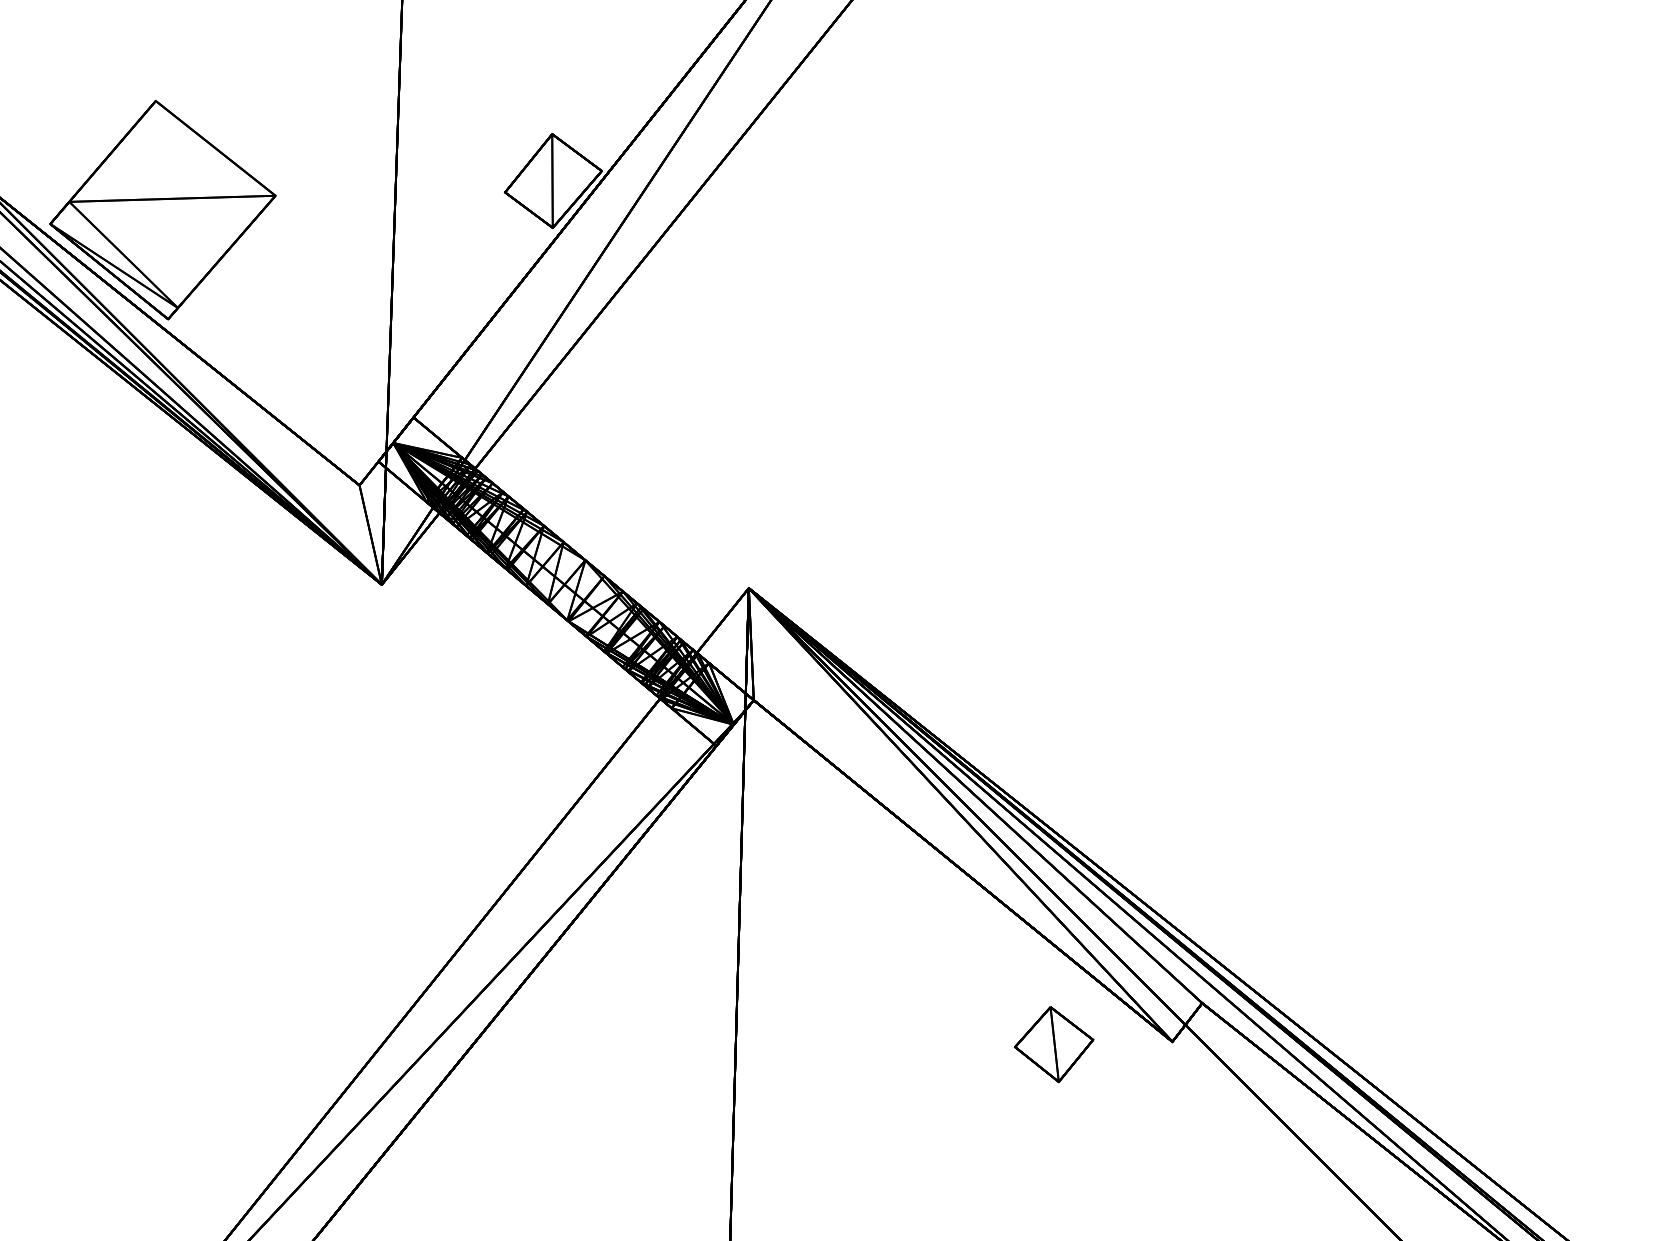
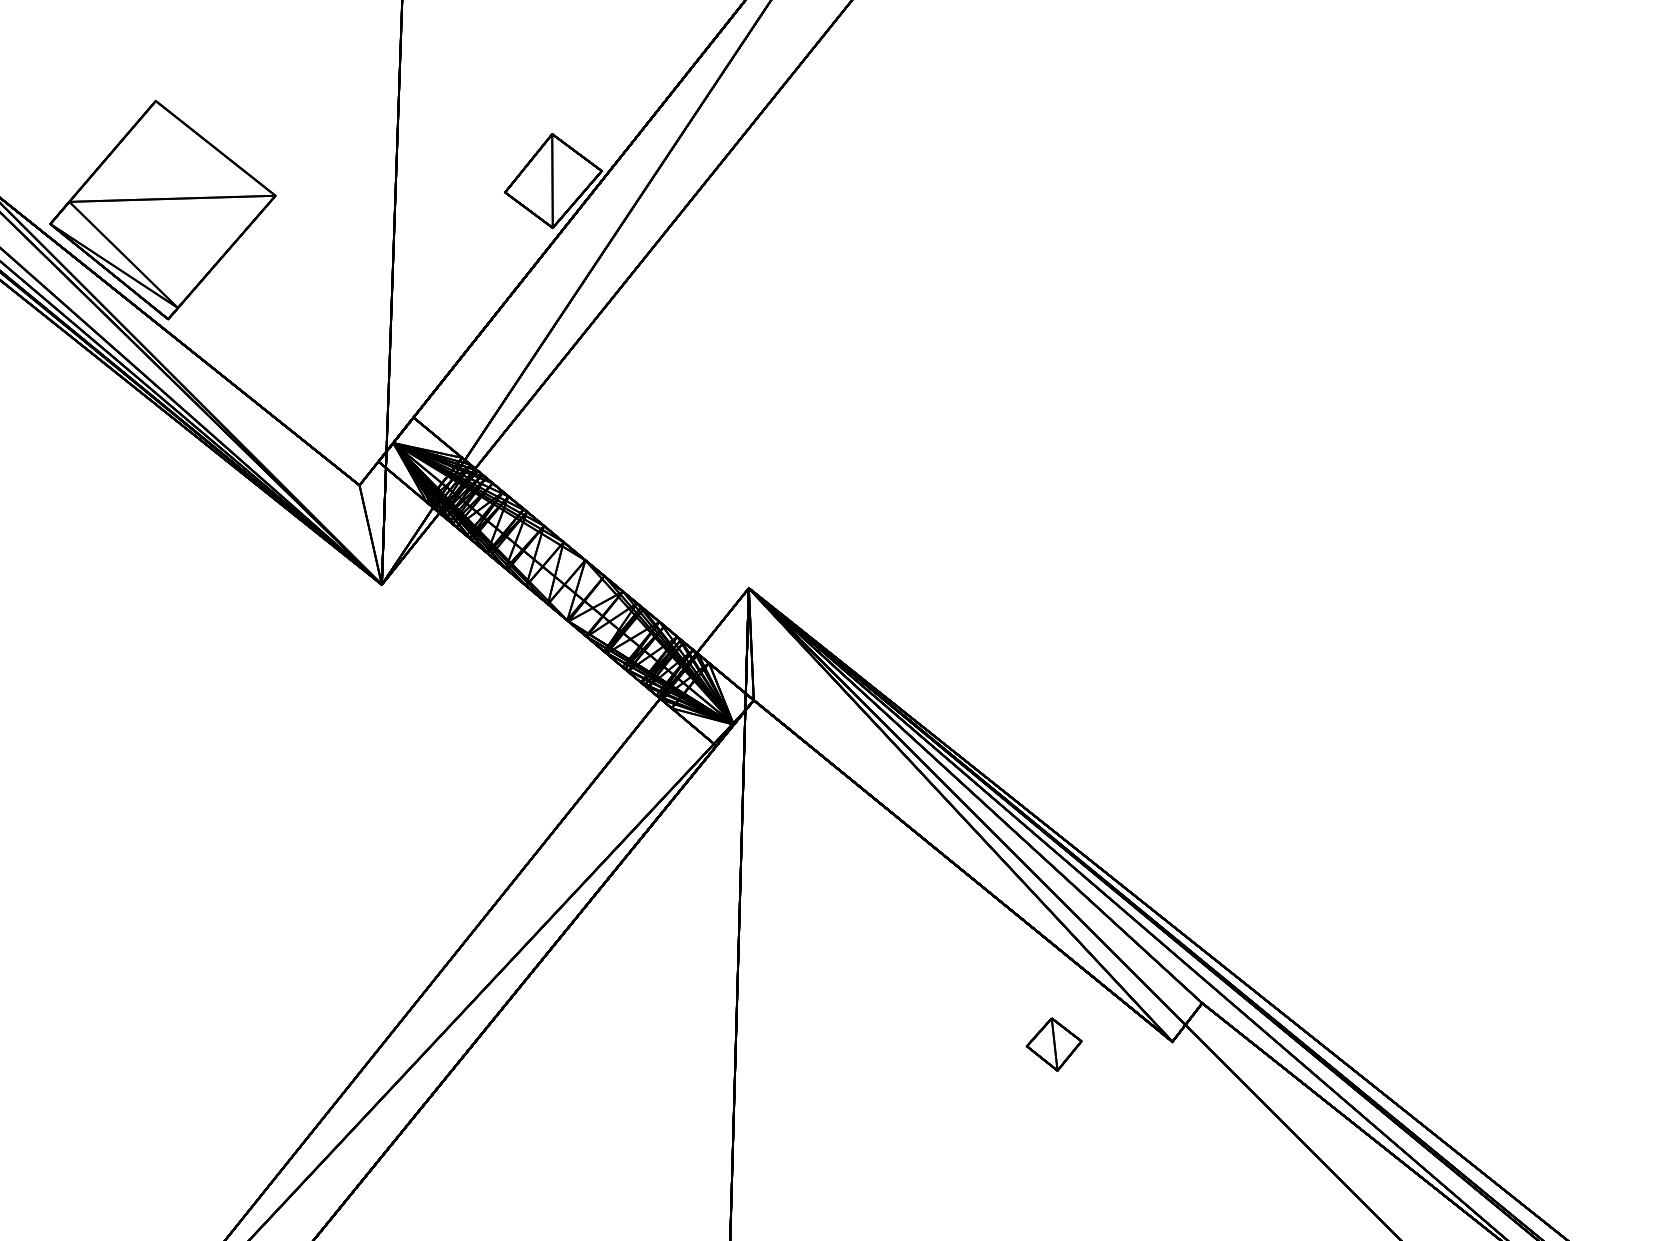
part at (1054, 1044) size: 81x77 px -> 58x55 px
